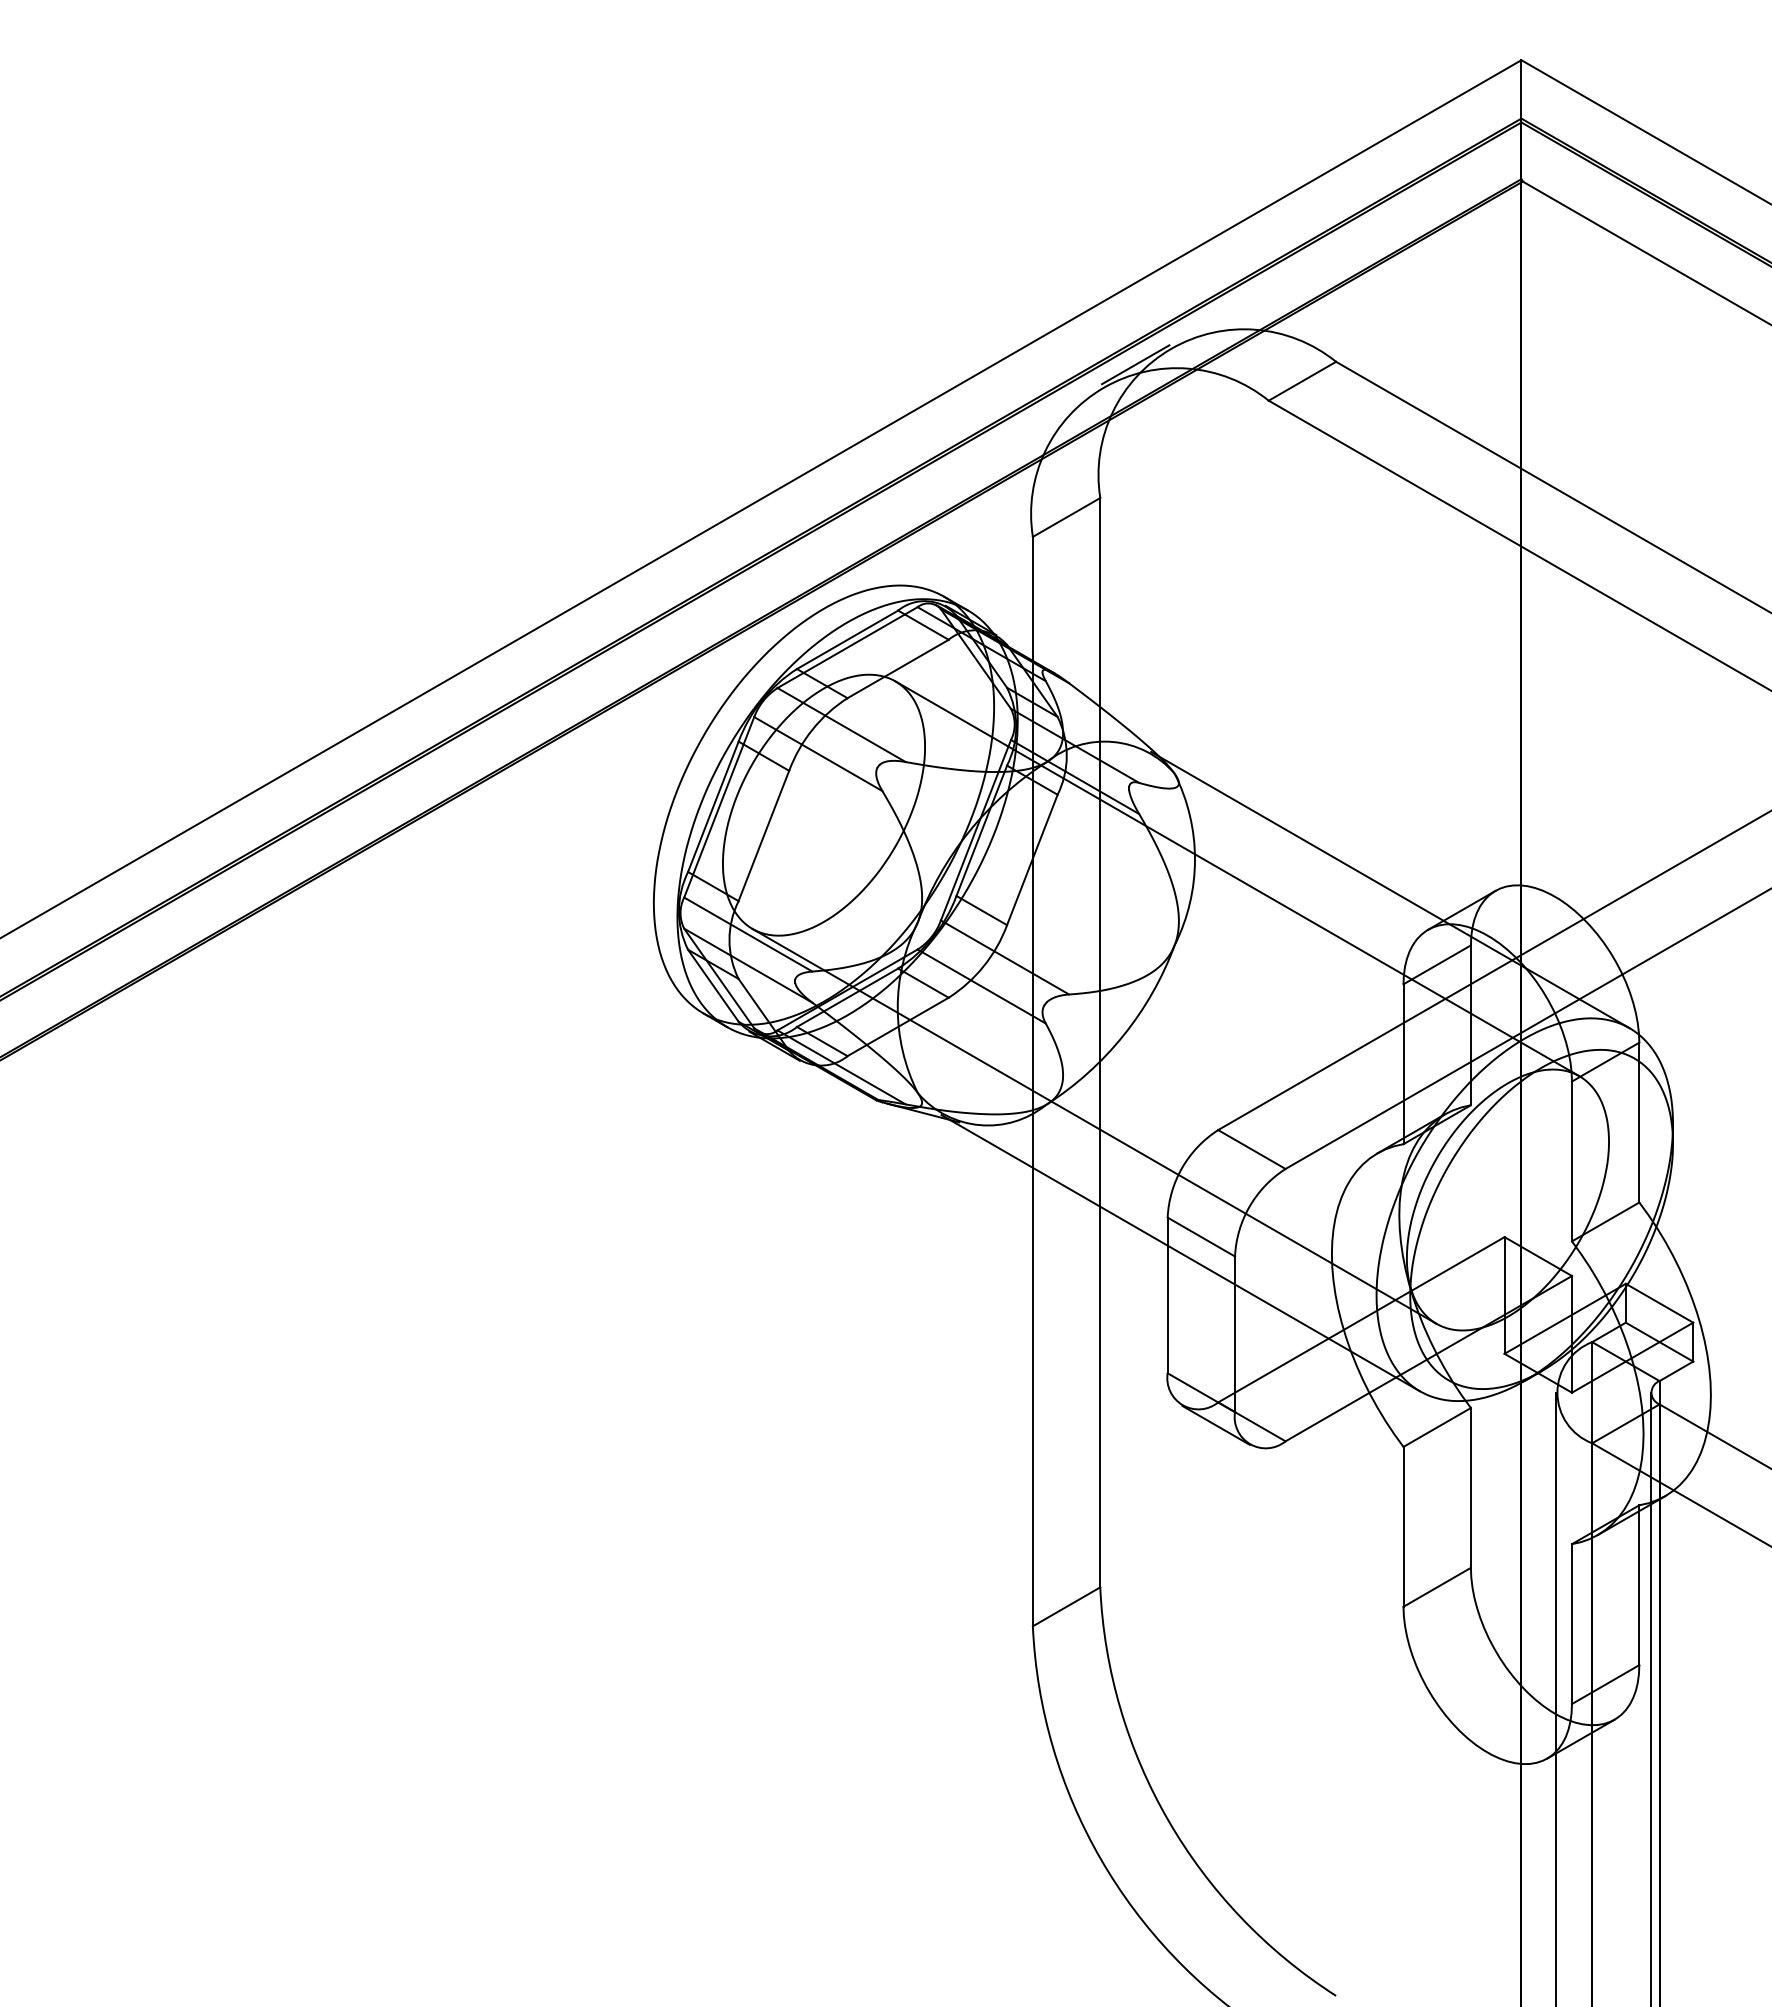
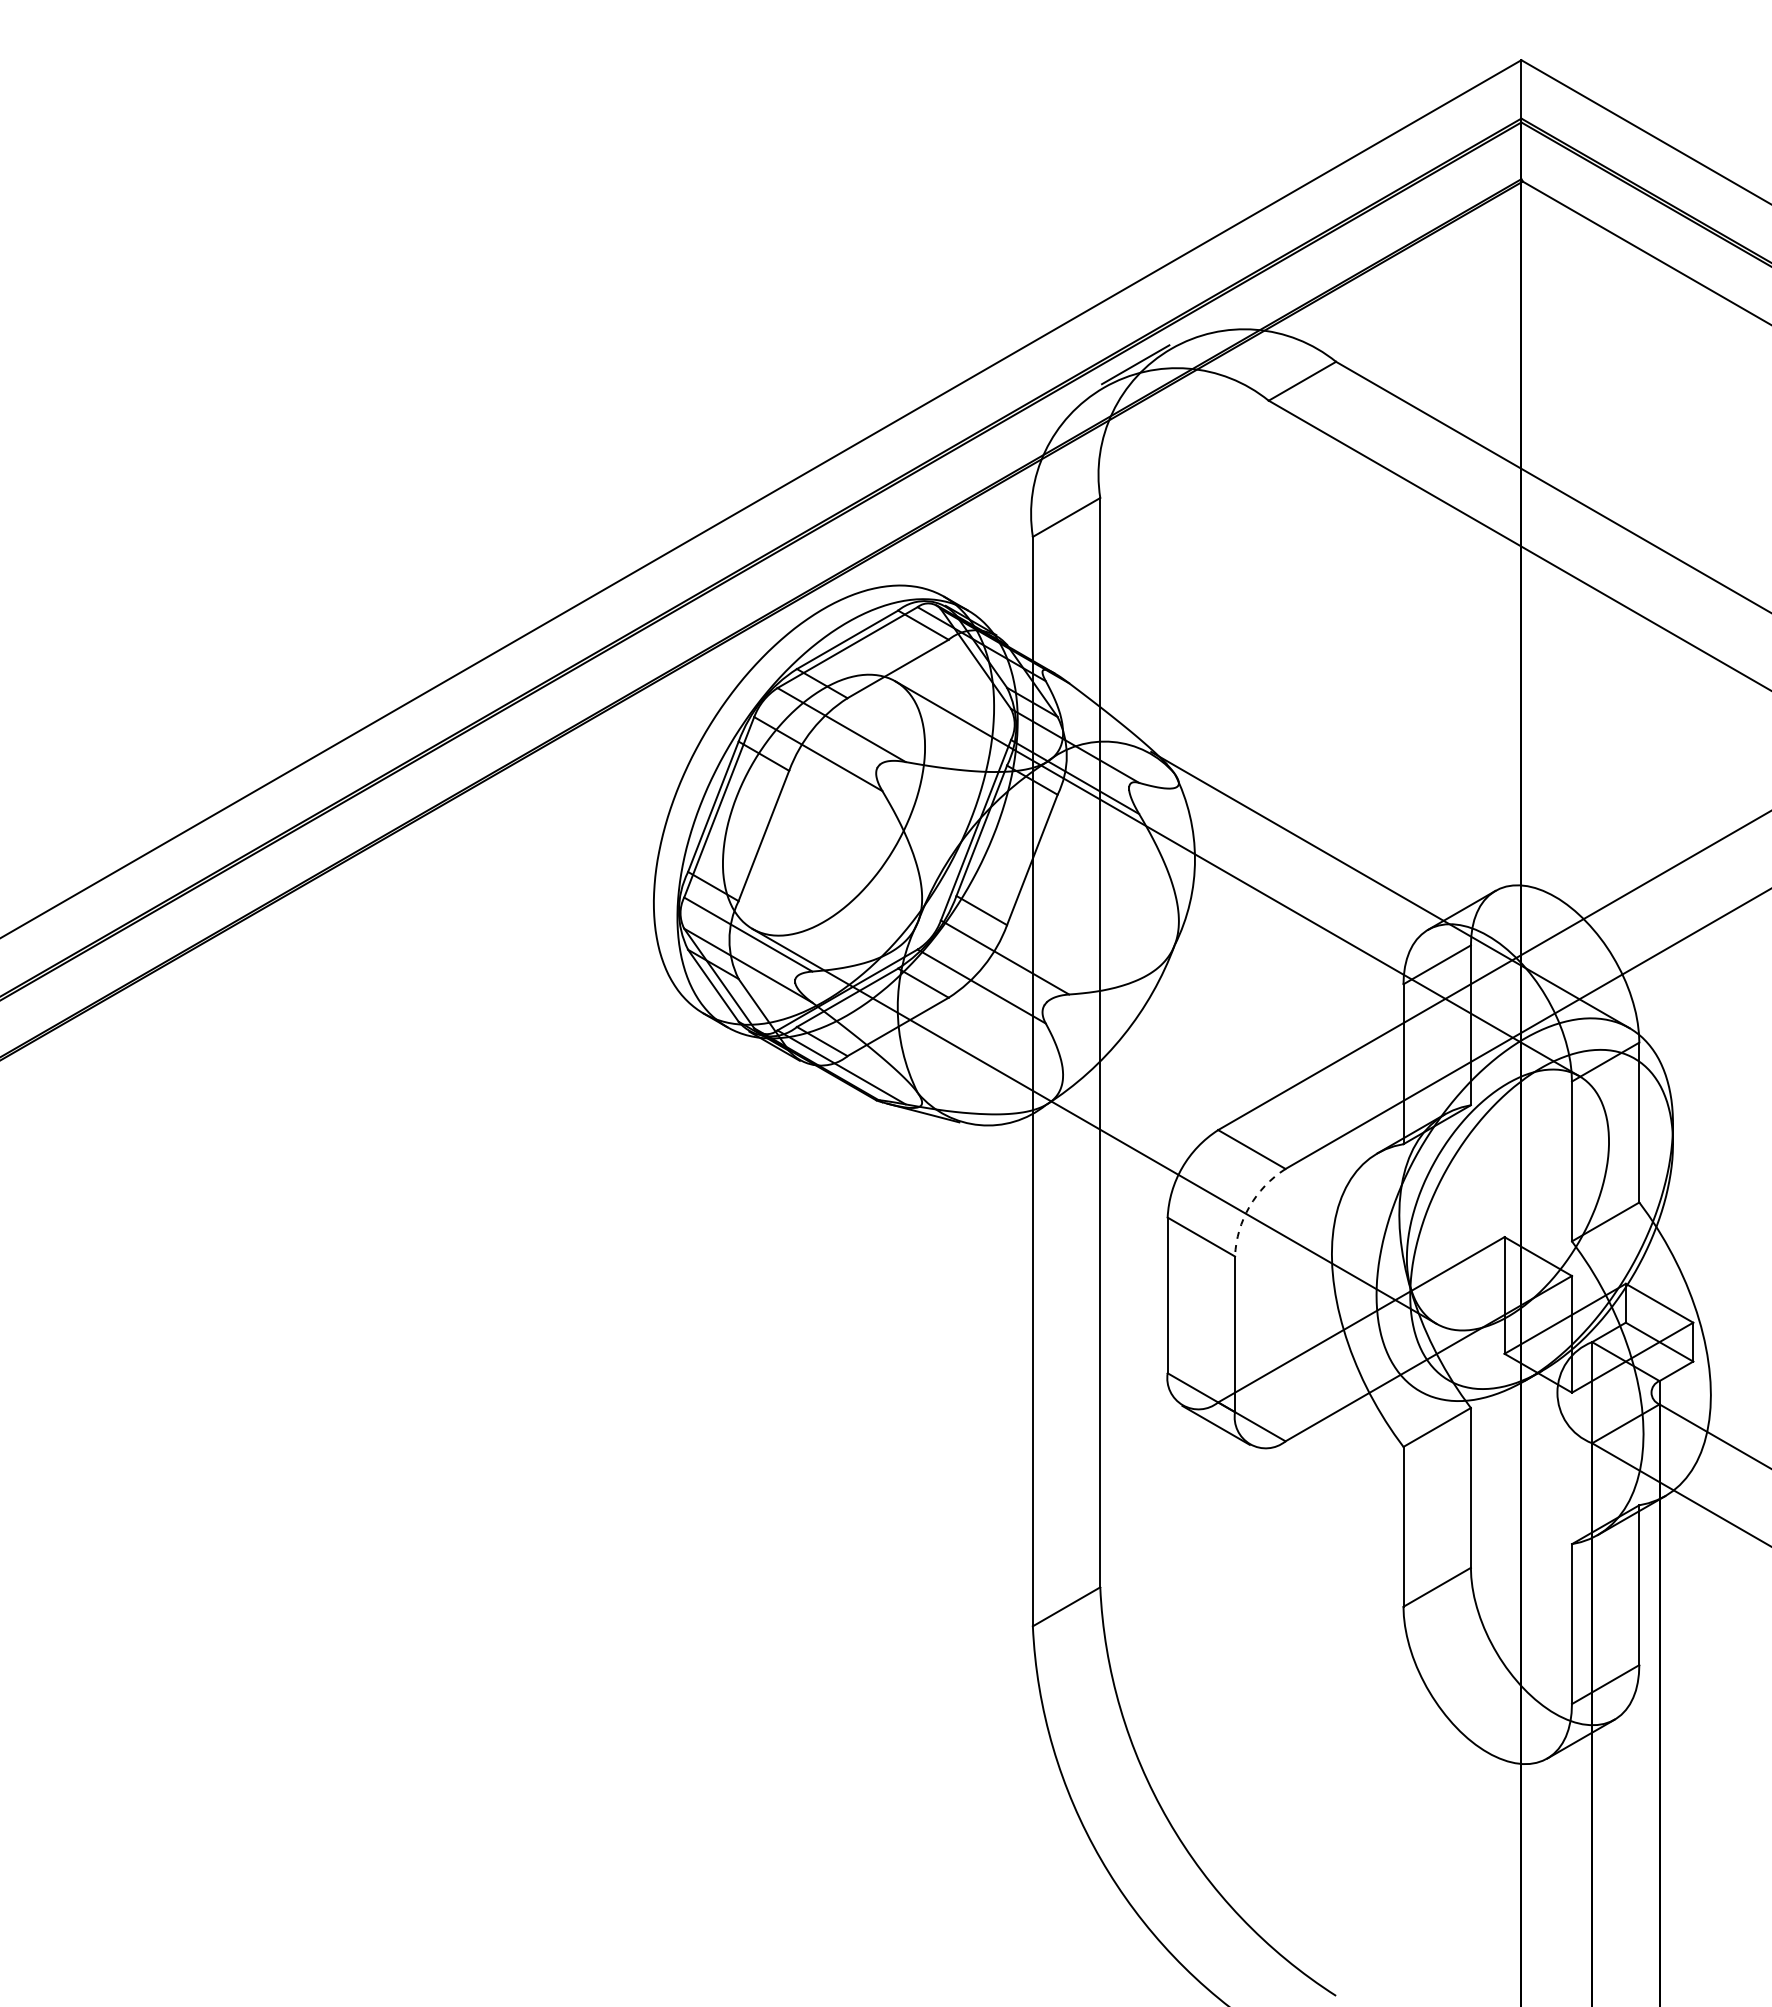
arc at (1249, 1206): solid -> dashed
line at (1180, 1253): present -> none
line at (1555, 1697): present -> none
line at (1651, 1697): present -> none
